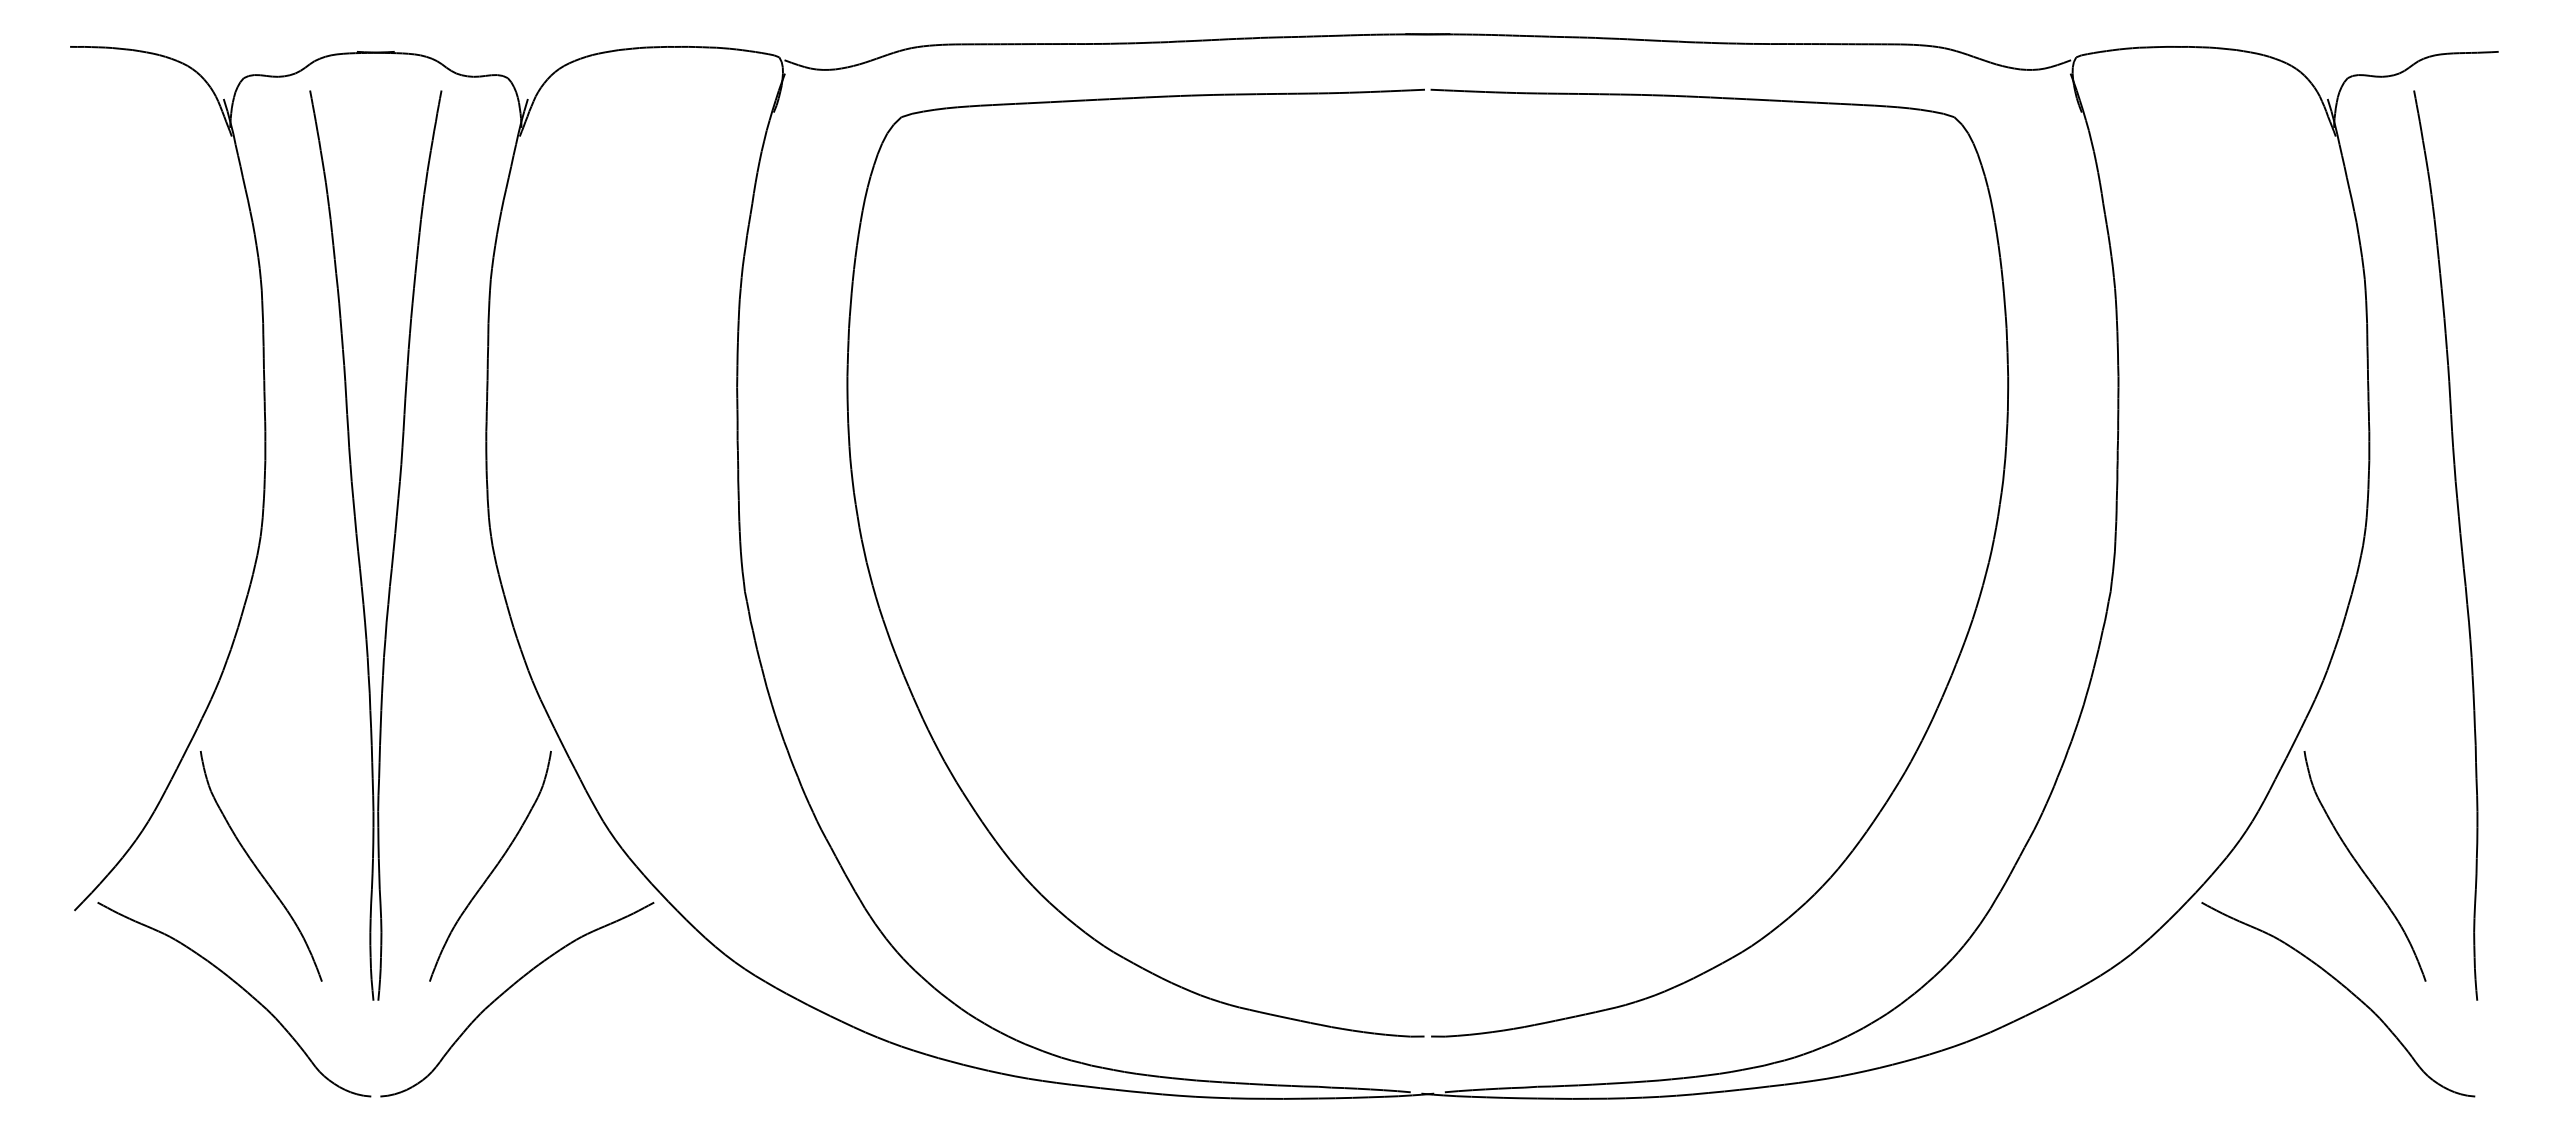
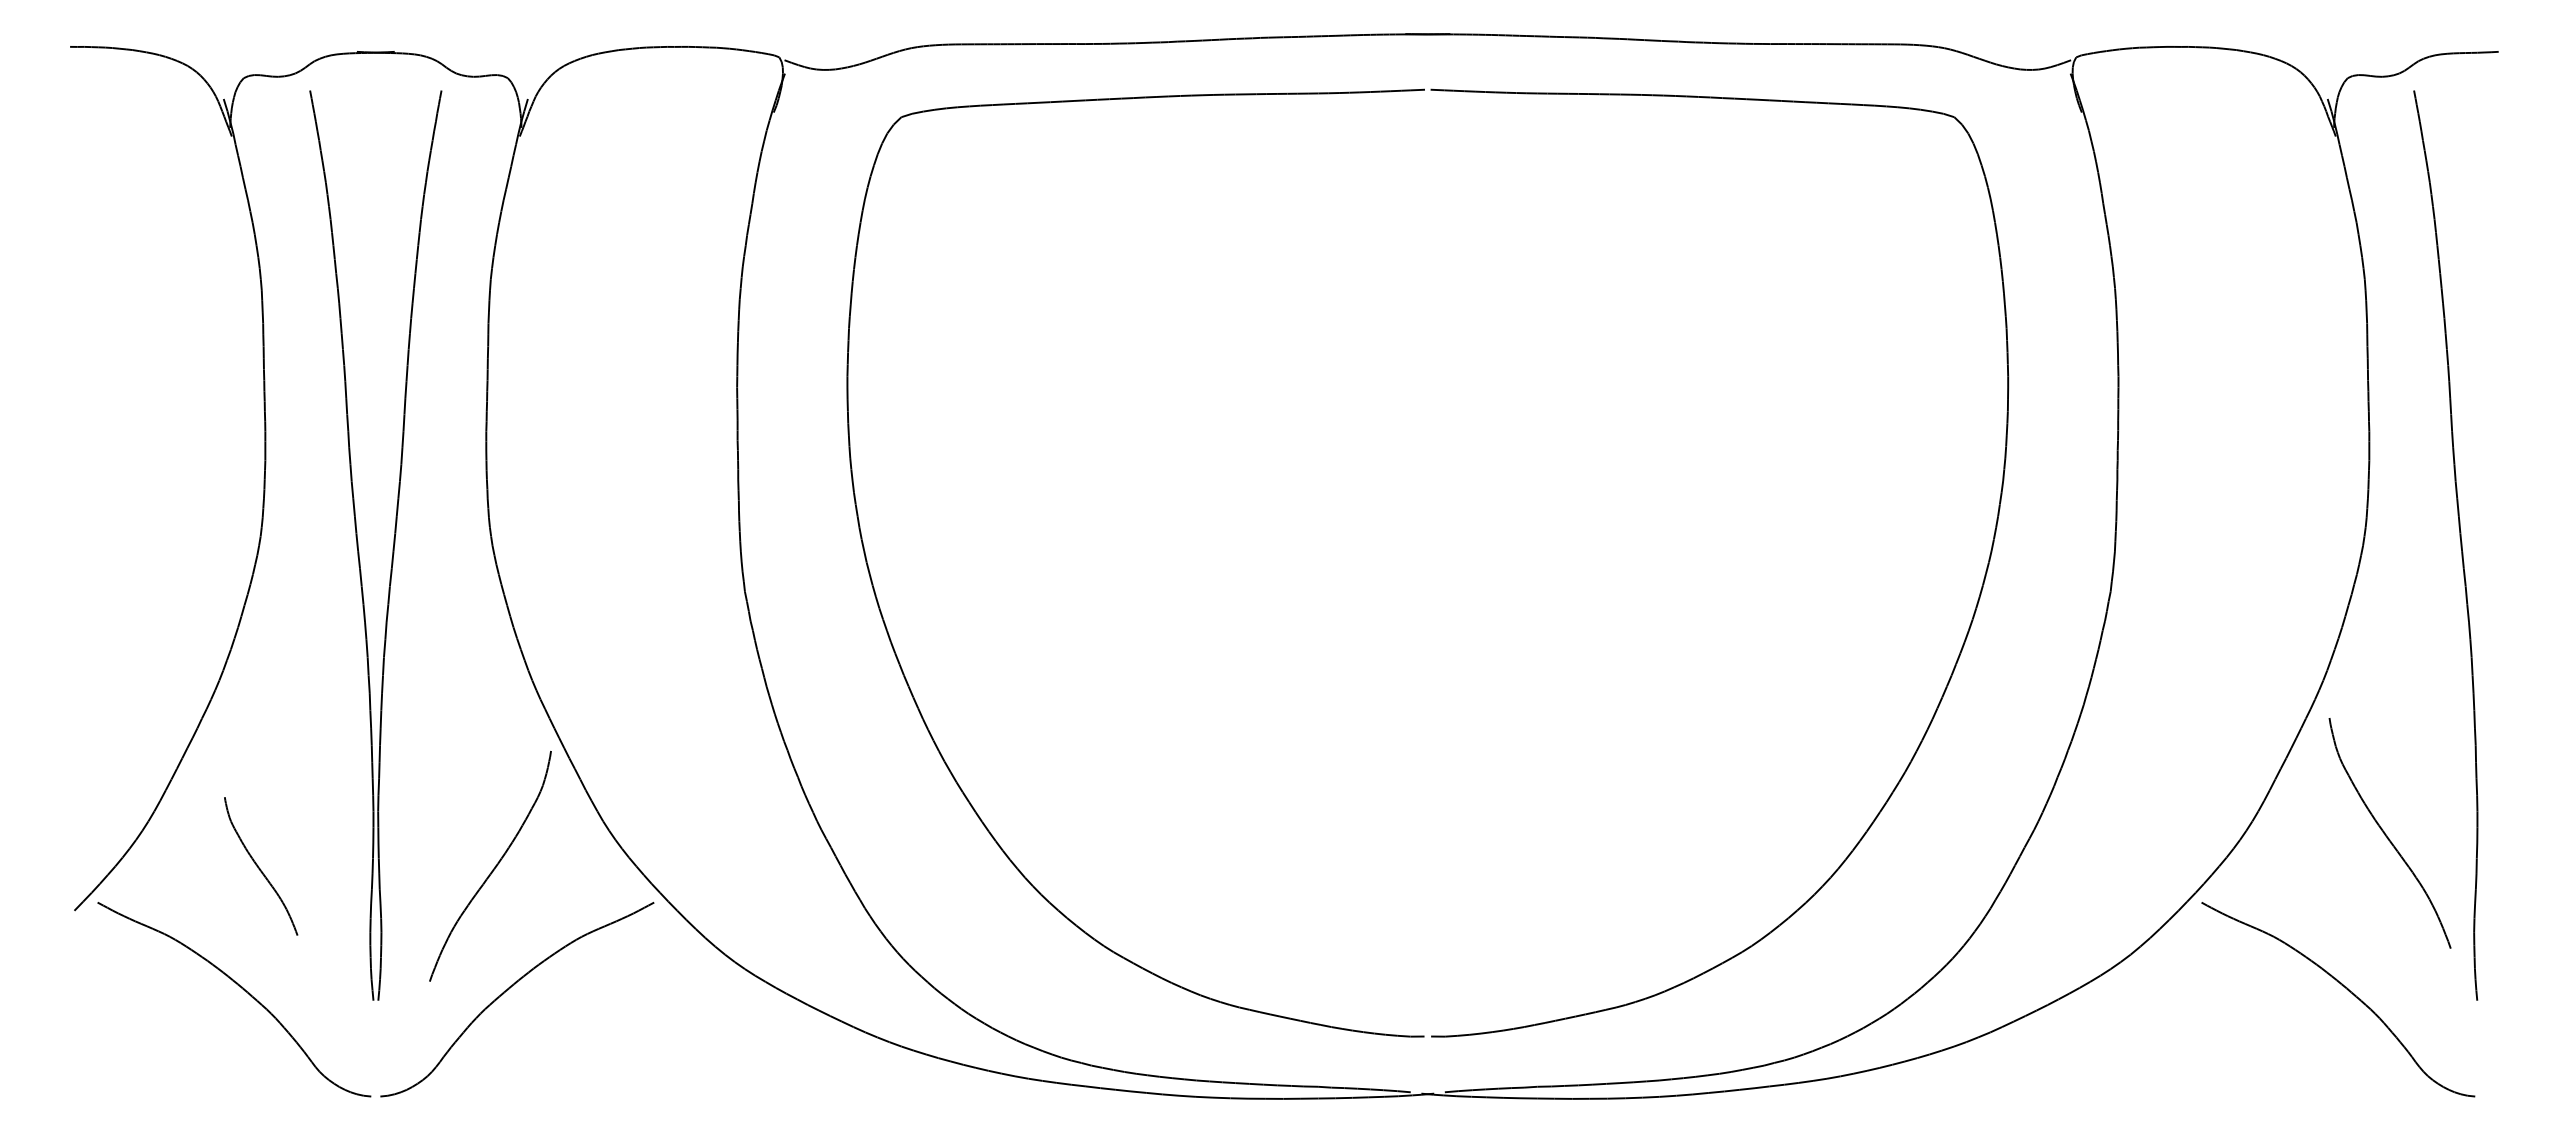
part at (260, 866) size: 124x231 px -> 75x139 px
part at (2364, 866) position: (2364, 866) -> (2389, 833)
